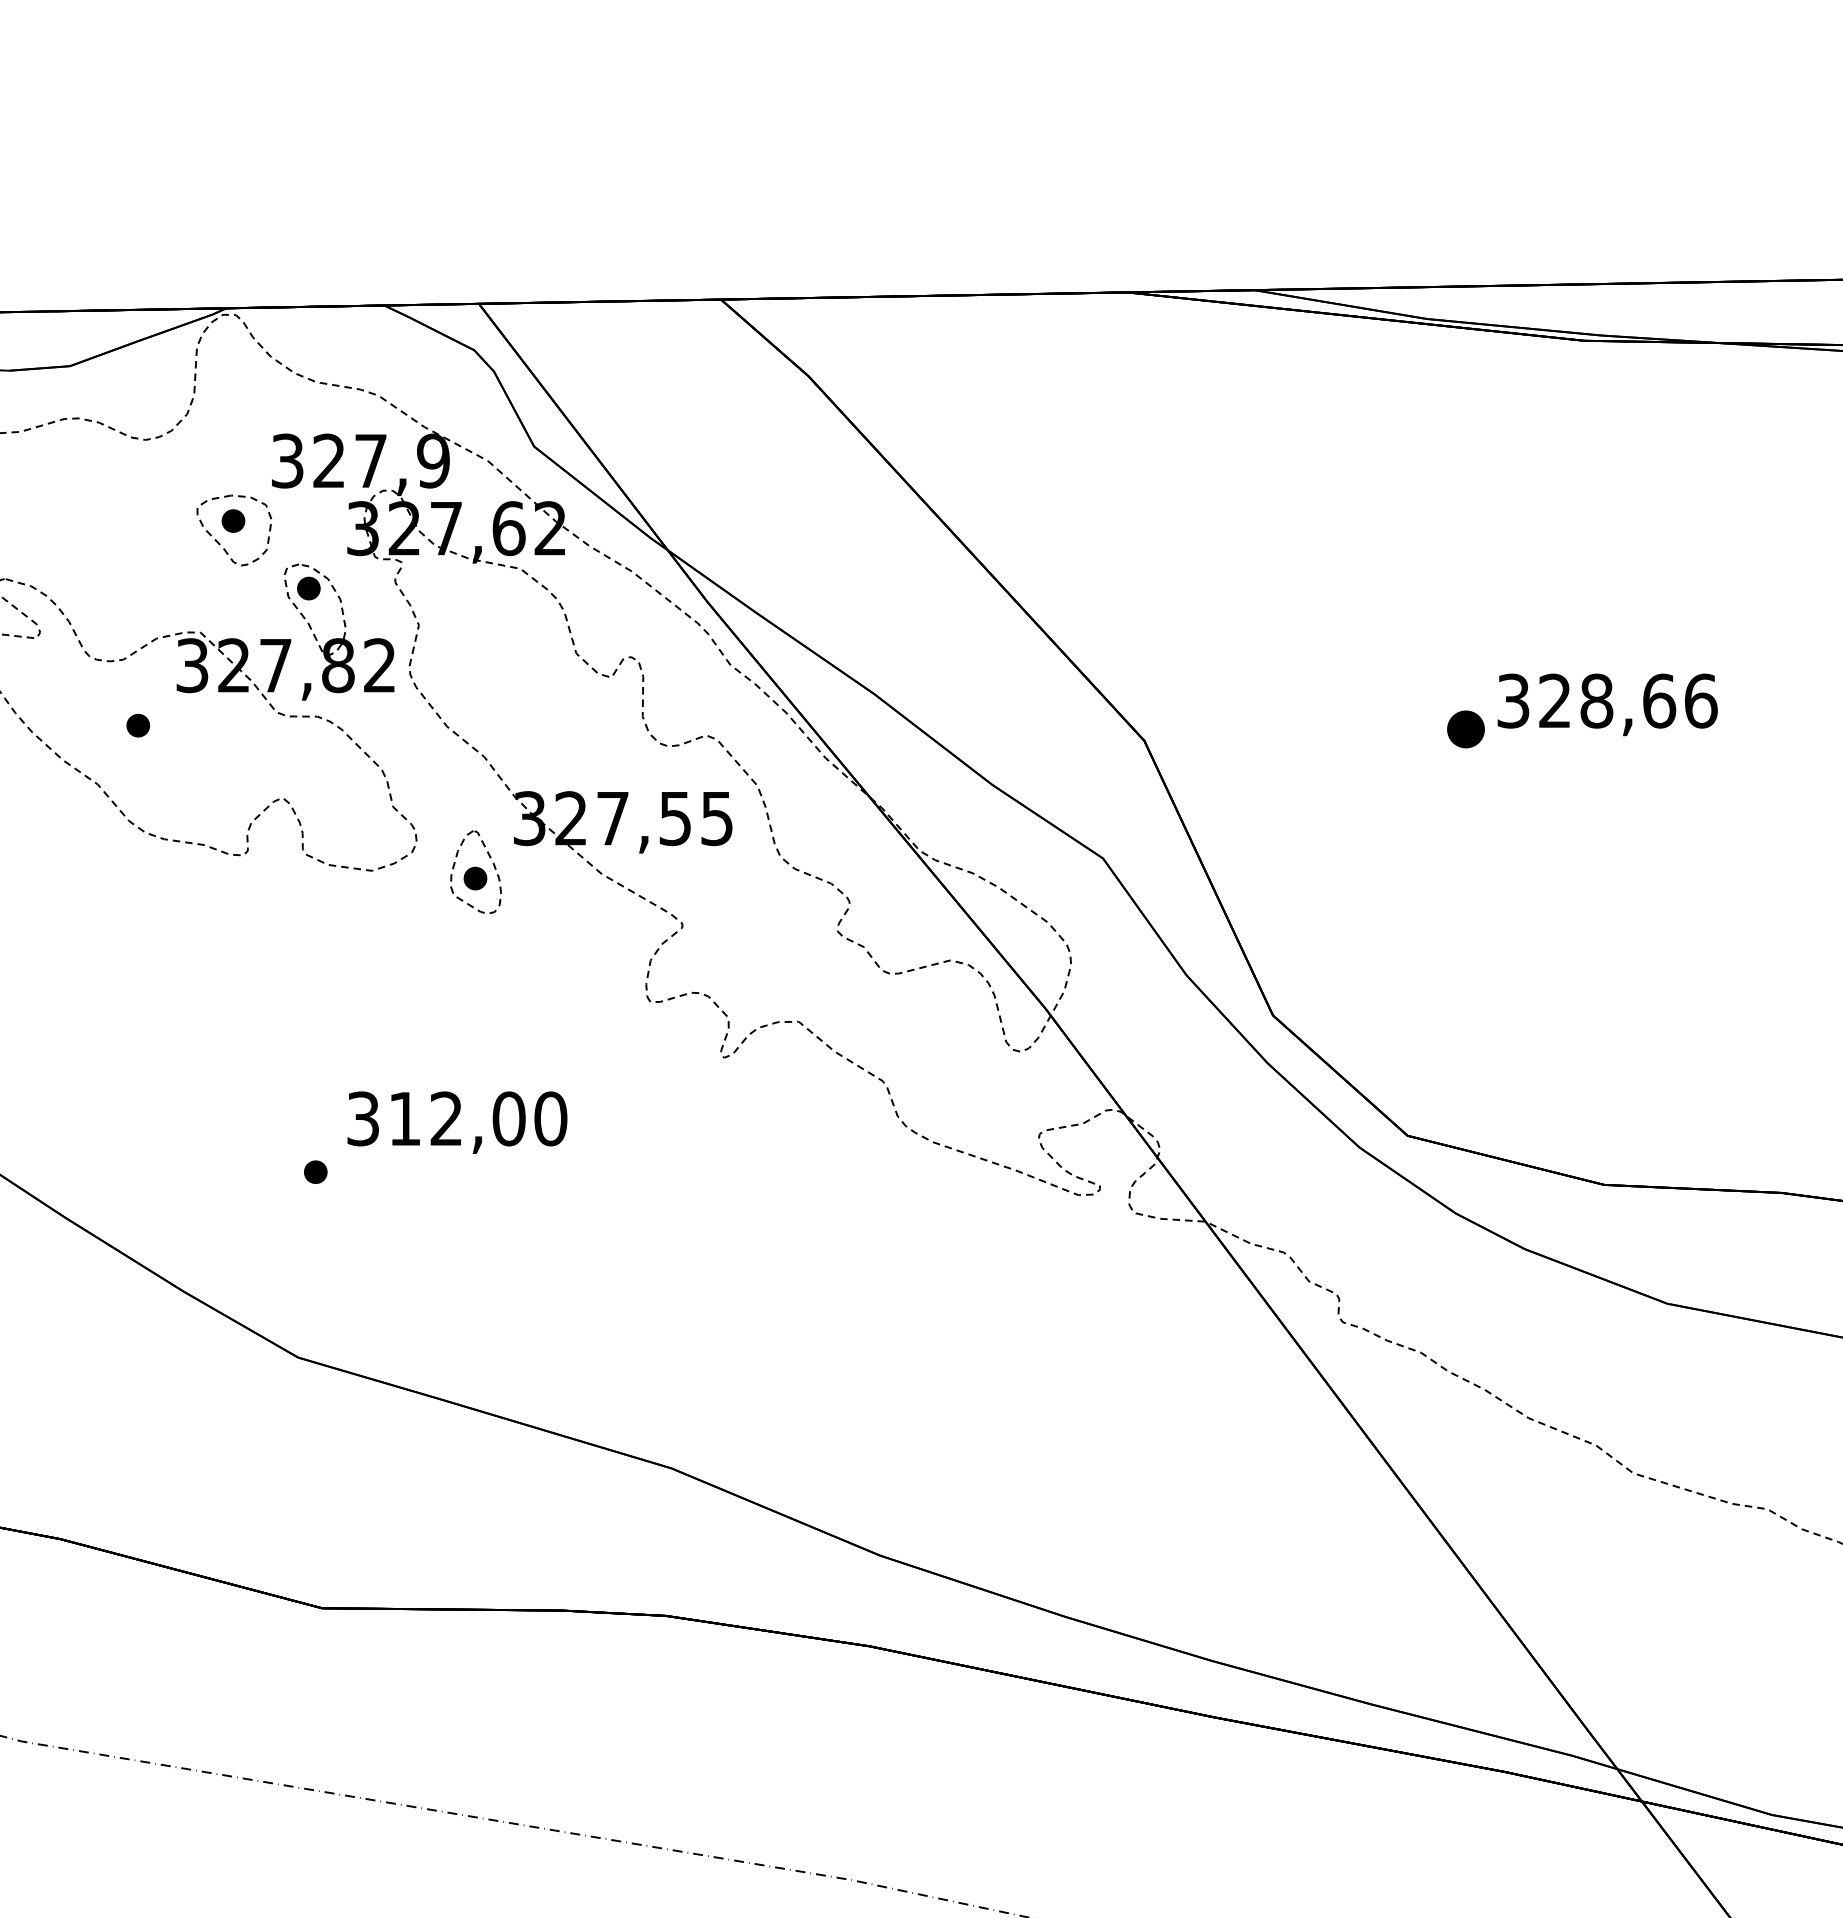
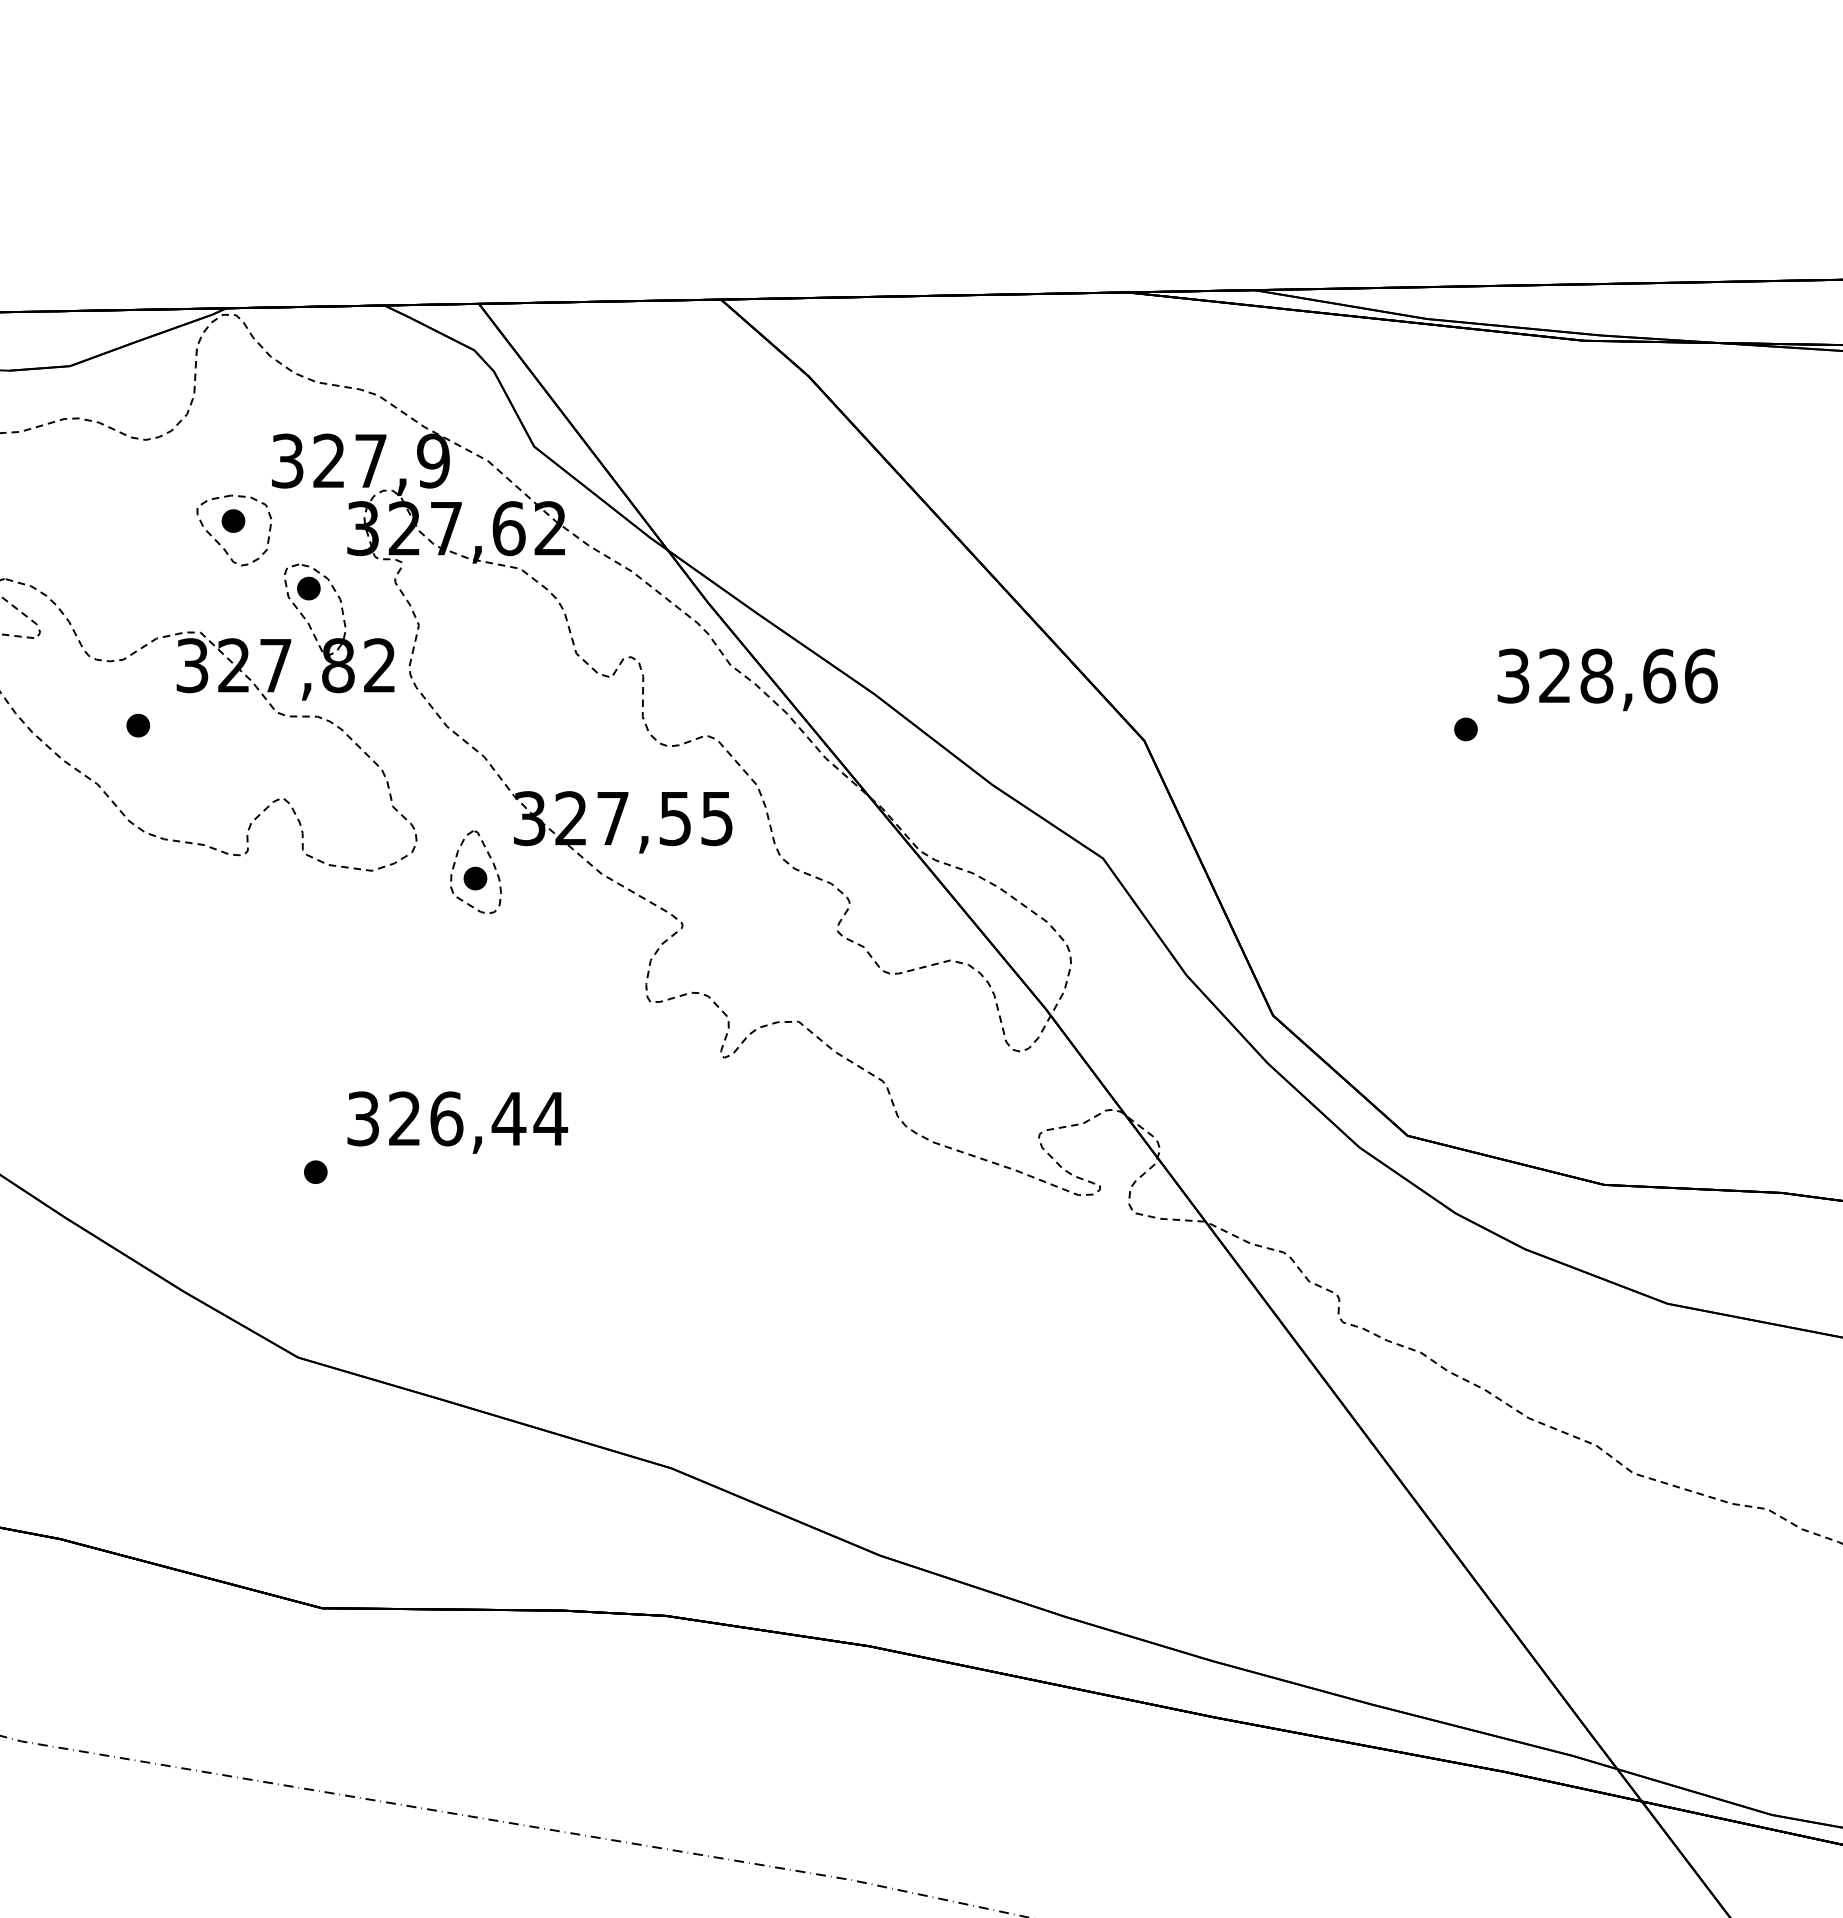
text at (1607, 704) position: (1607, 704) -> (1607, 679)
part at (1465, 729) size: 38x39 px -> 24x25 px
text at (478, 1118): 312,00 -> 326,44
